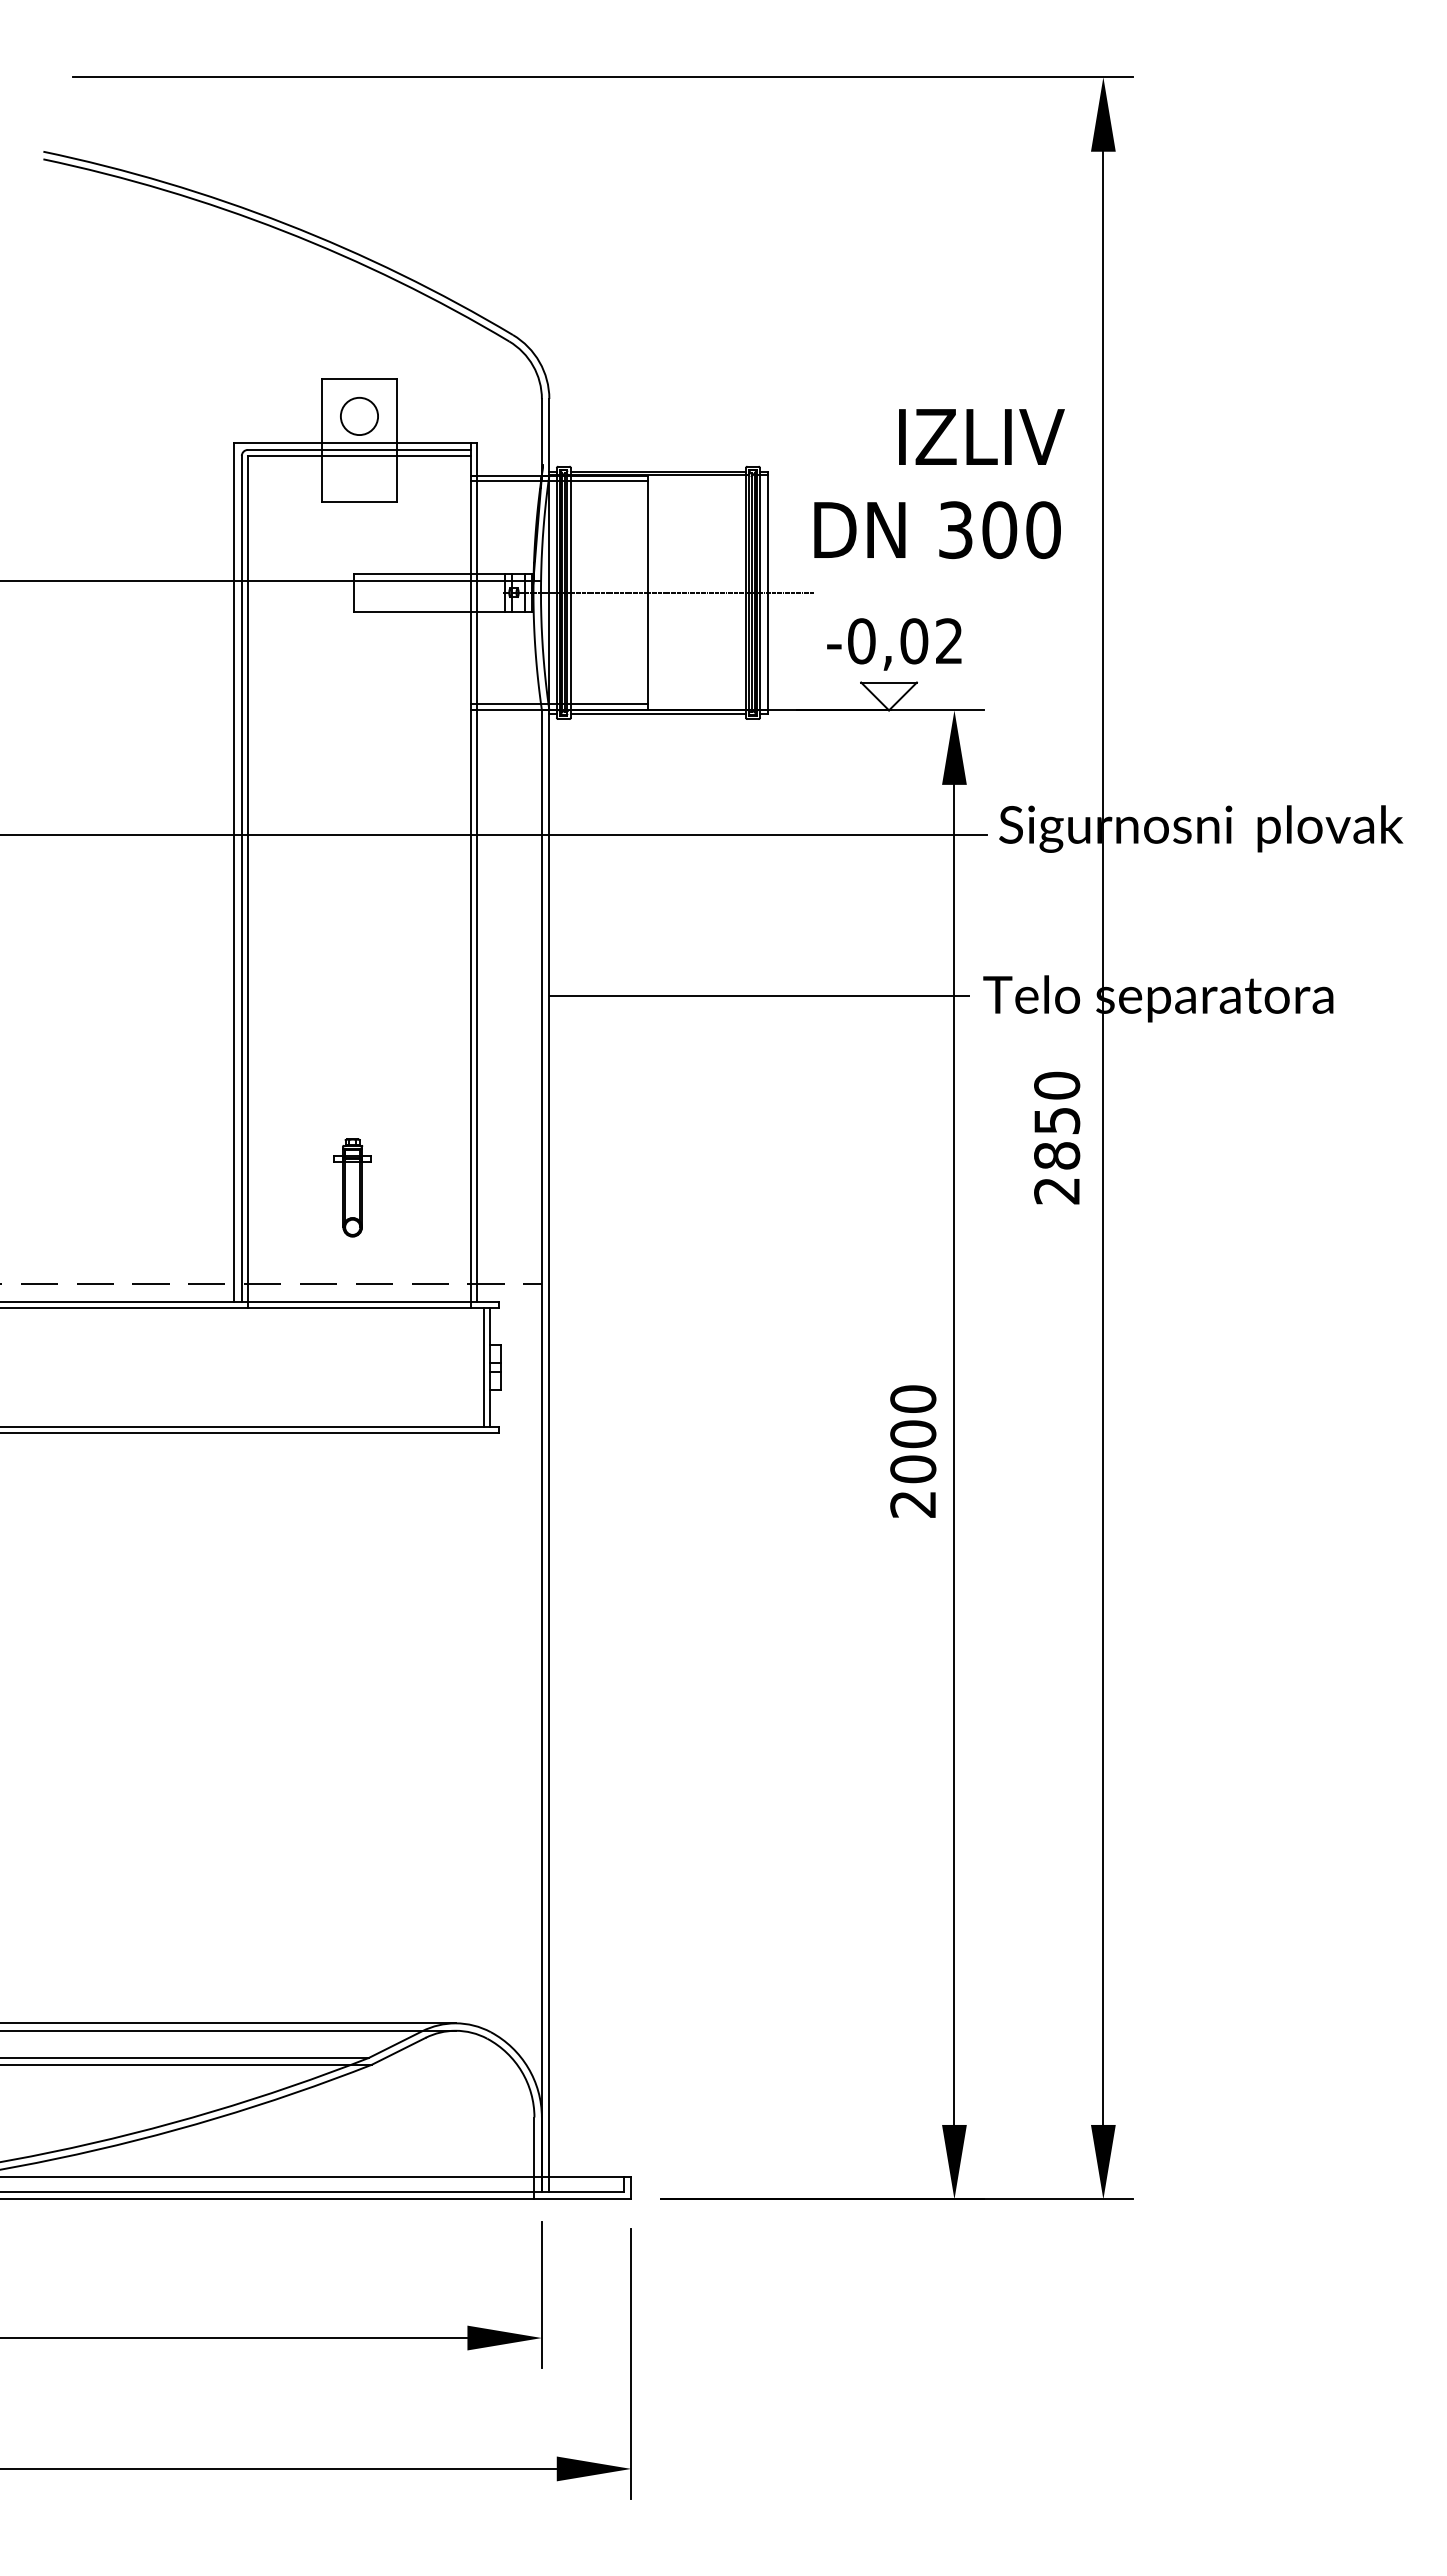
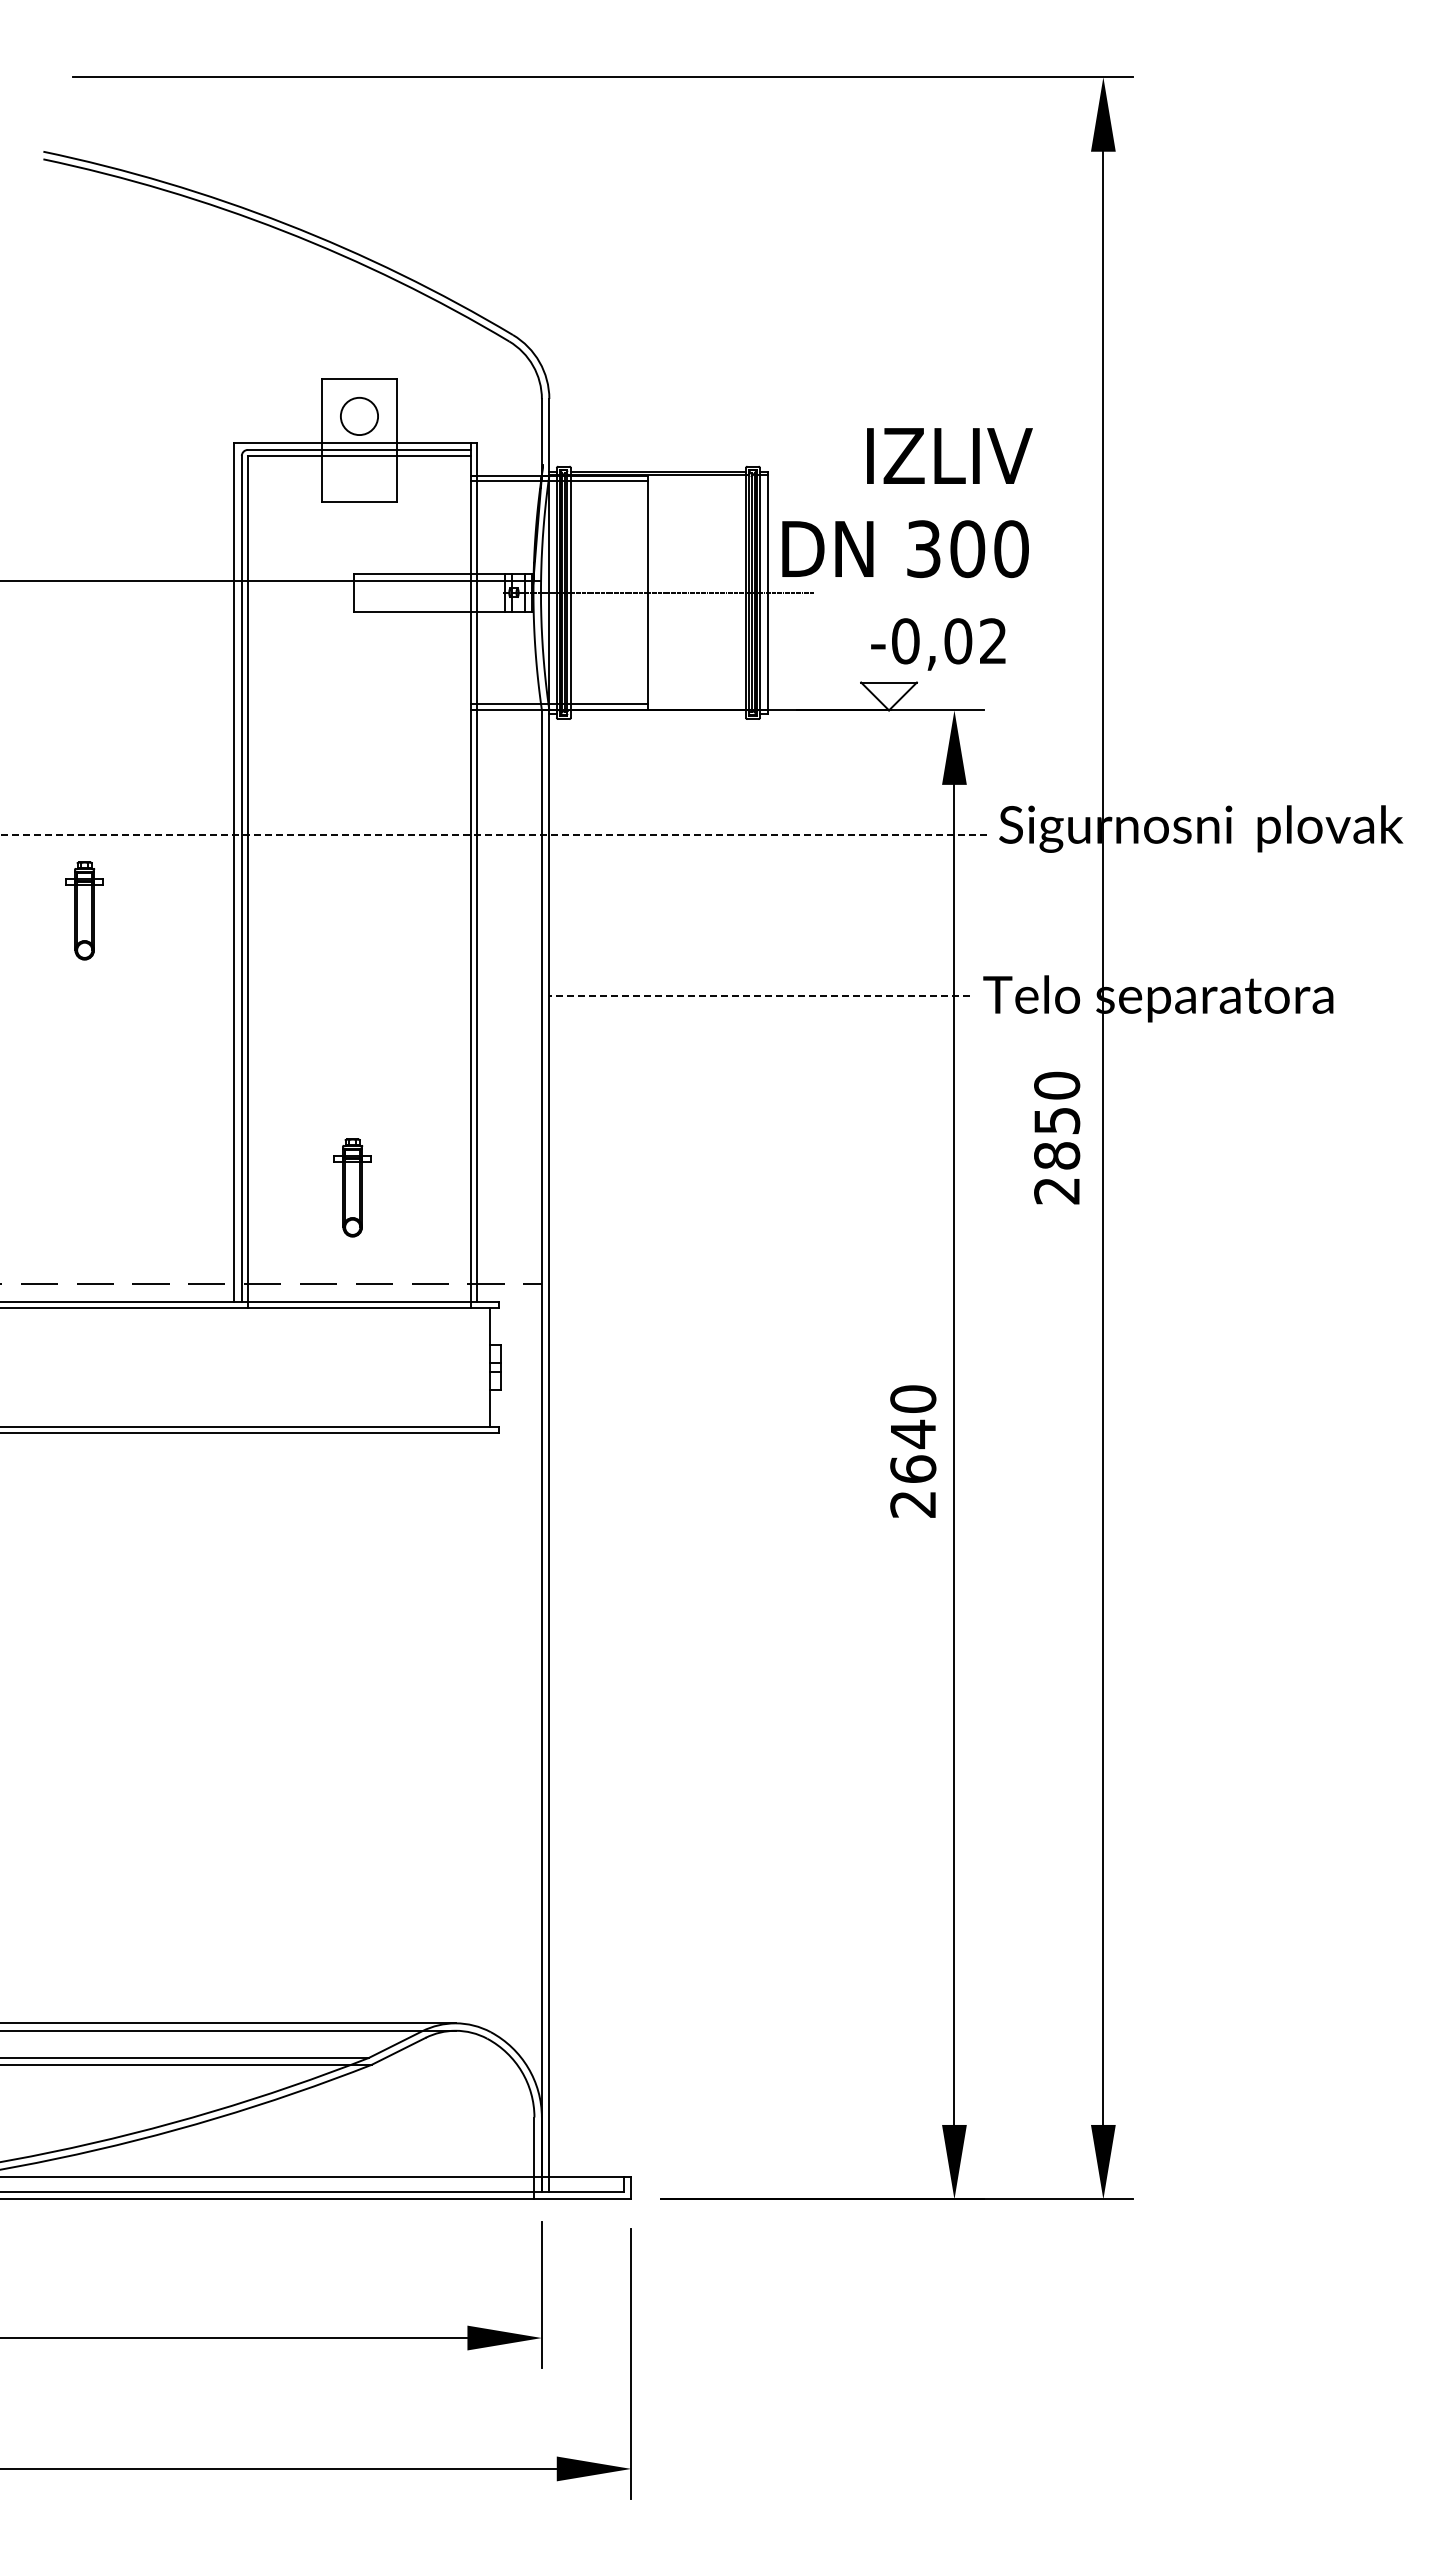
text at (939, 484) position: (939, 484) -> (907, 503)
text at (894, 644) position: (894, 644) -> (938, 644)
line at (657, 713): present -> none
line at (493, 835): solid -> dashed
part at (84, 910): none -> present
line at (758, 996): solid -> dashed
line at (483, 1366): present -> none
text at (913, 1451): 2000 -> 2640
